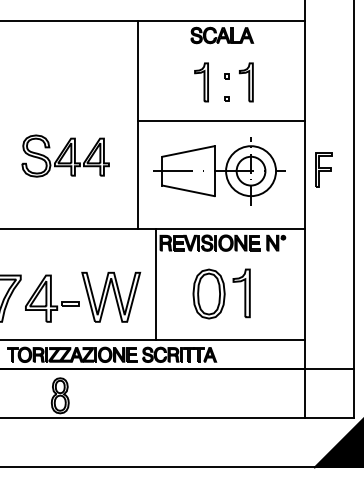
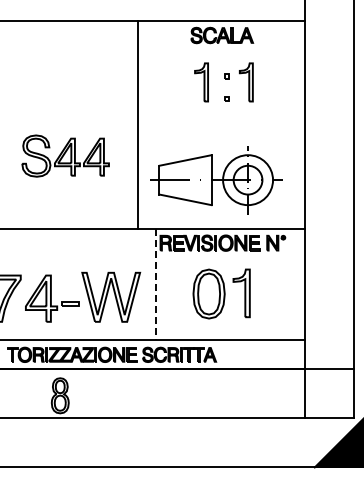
line at (221, 120): present -> none
part at (323, 169): present -> none
part at (219, 171) position: (219, 171) -> (216, 180)
line at (155, 285): solid -> dashed
